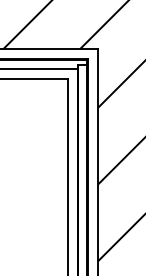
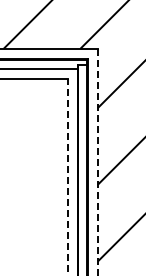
line at (97, 162): solid -> dashed
line at (67, 176): solid -> dashed
